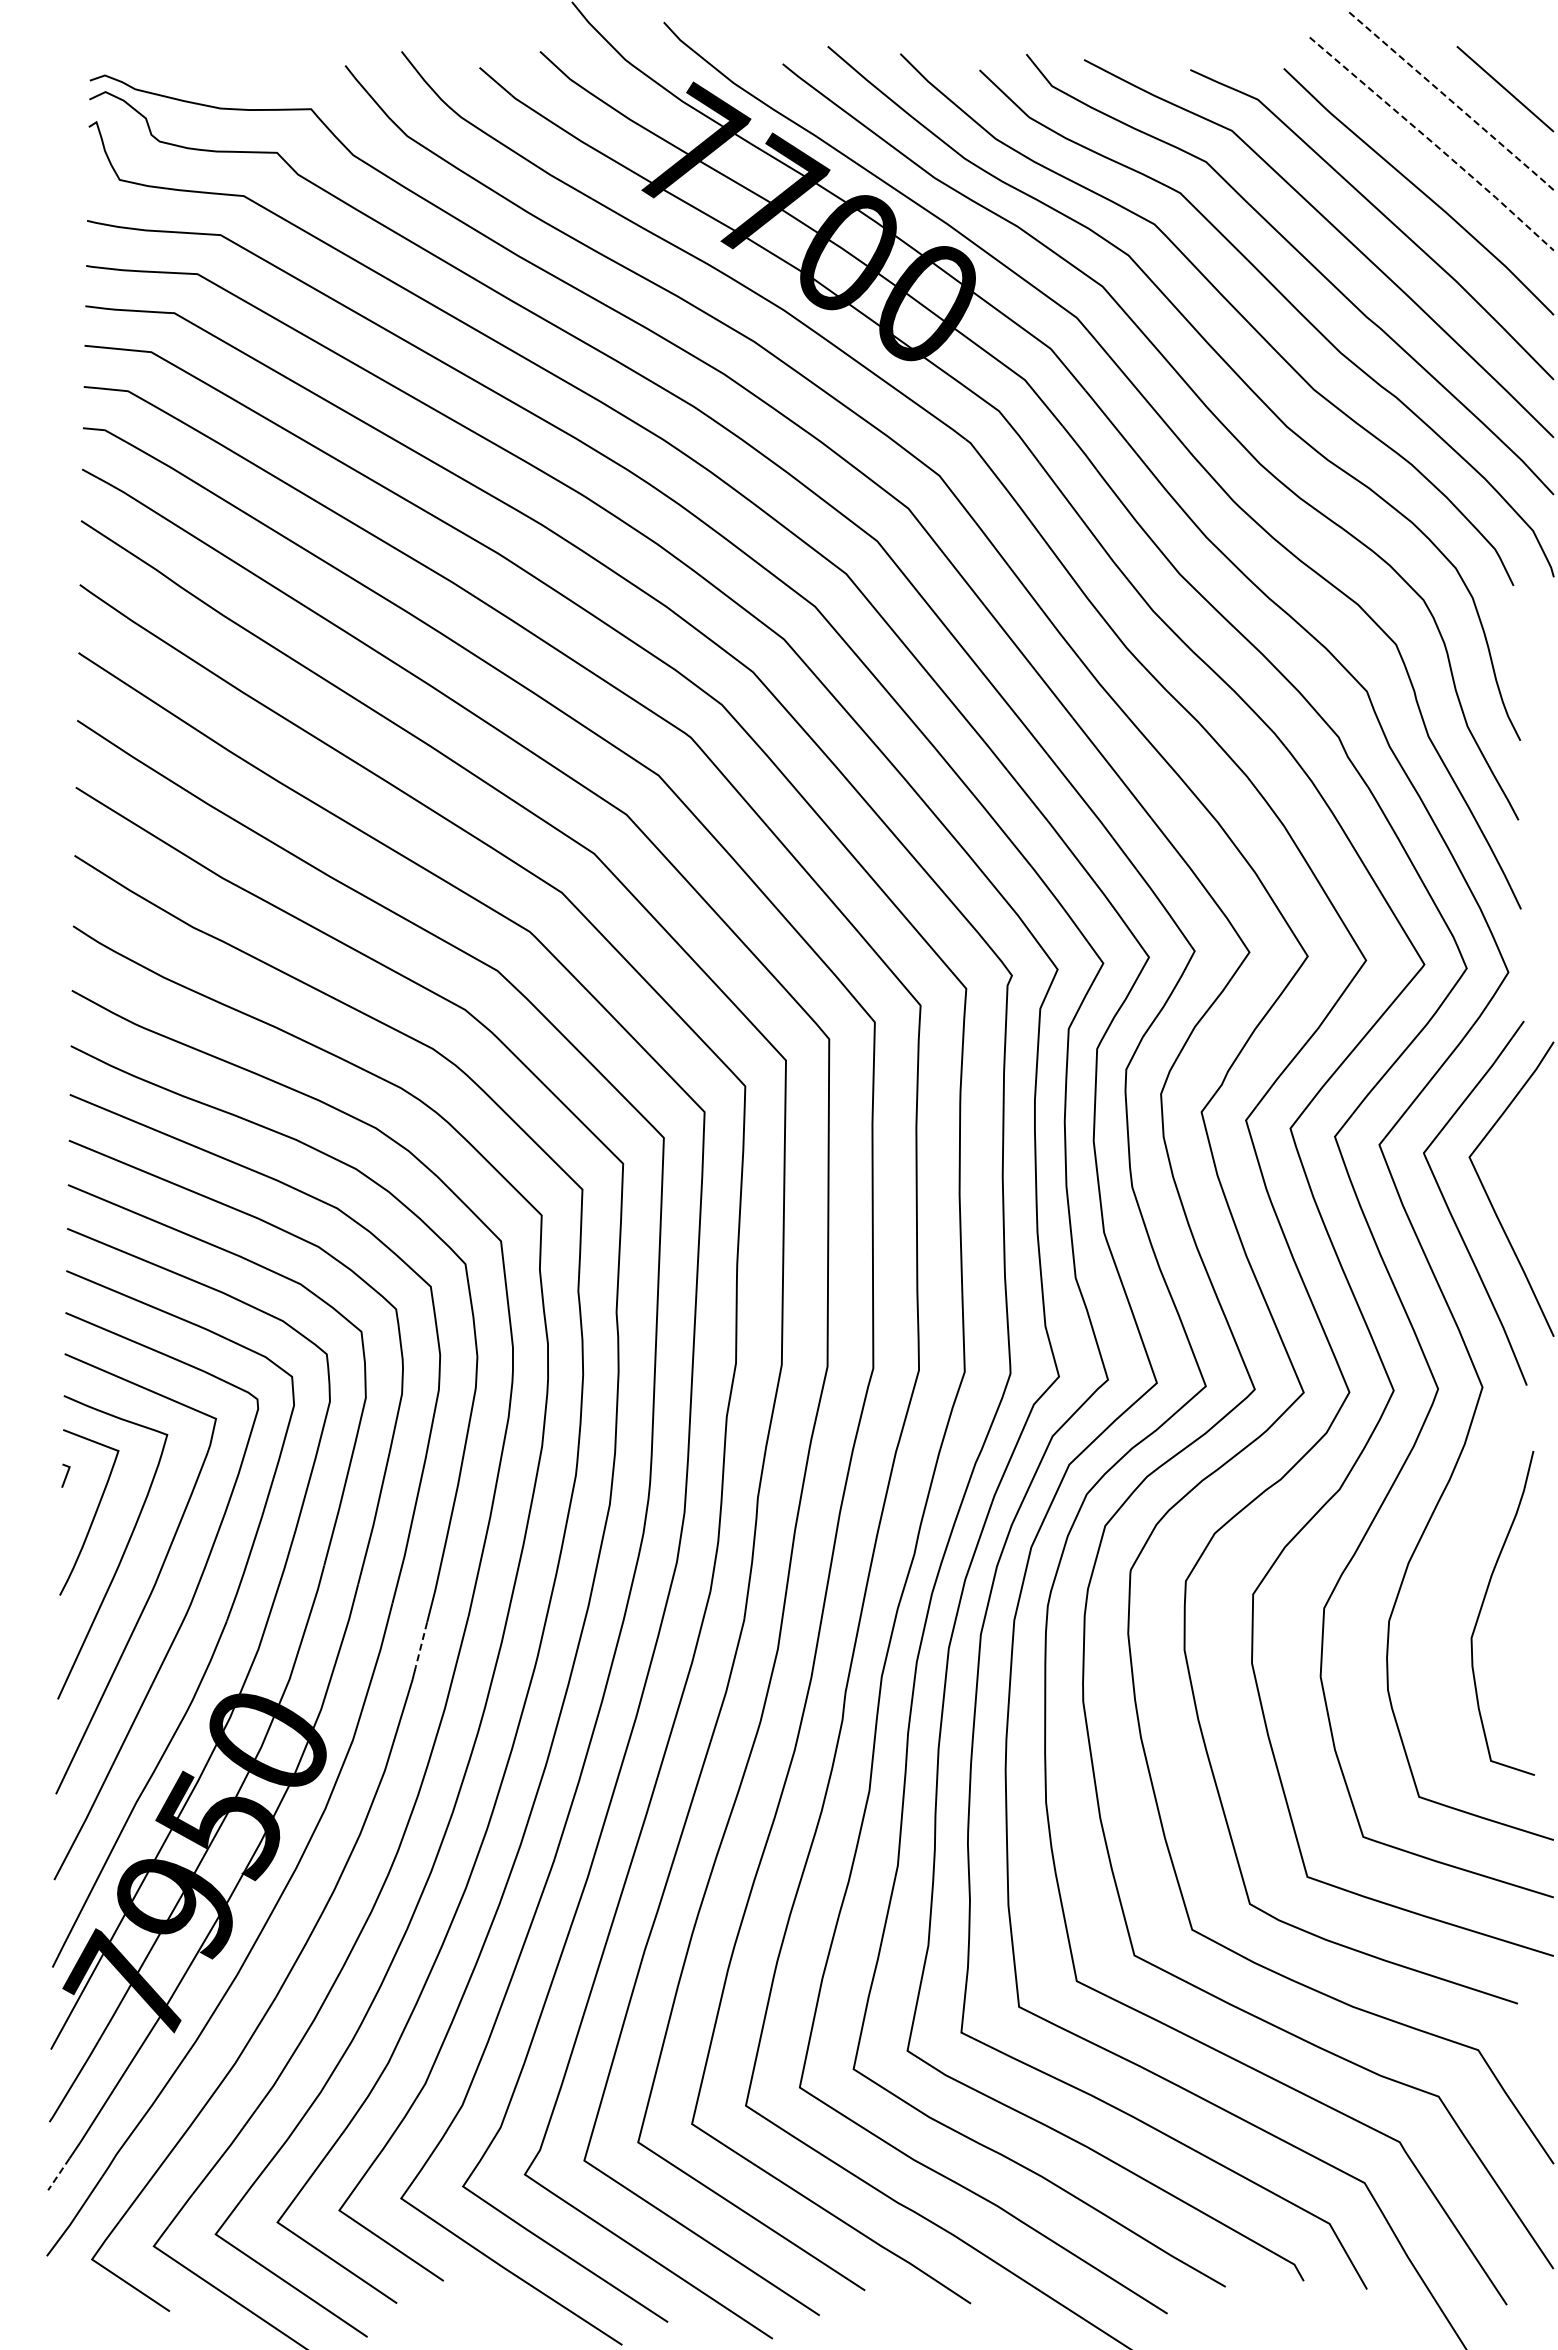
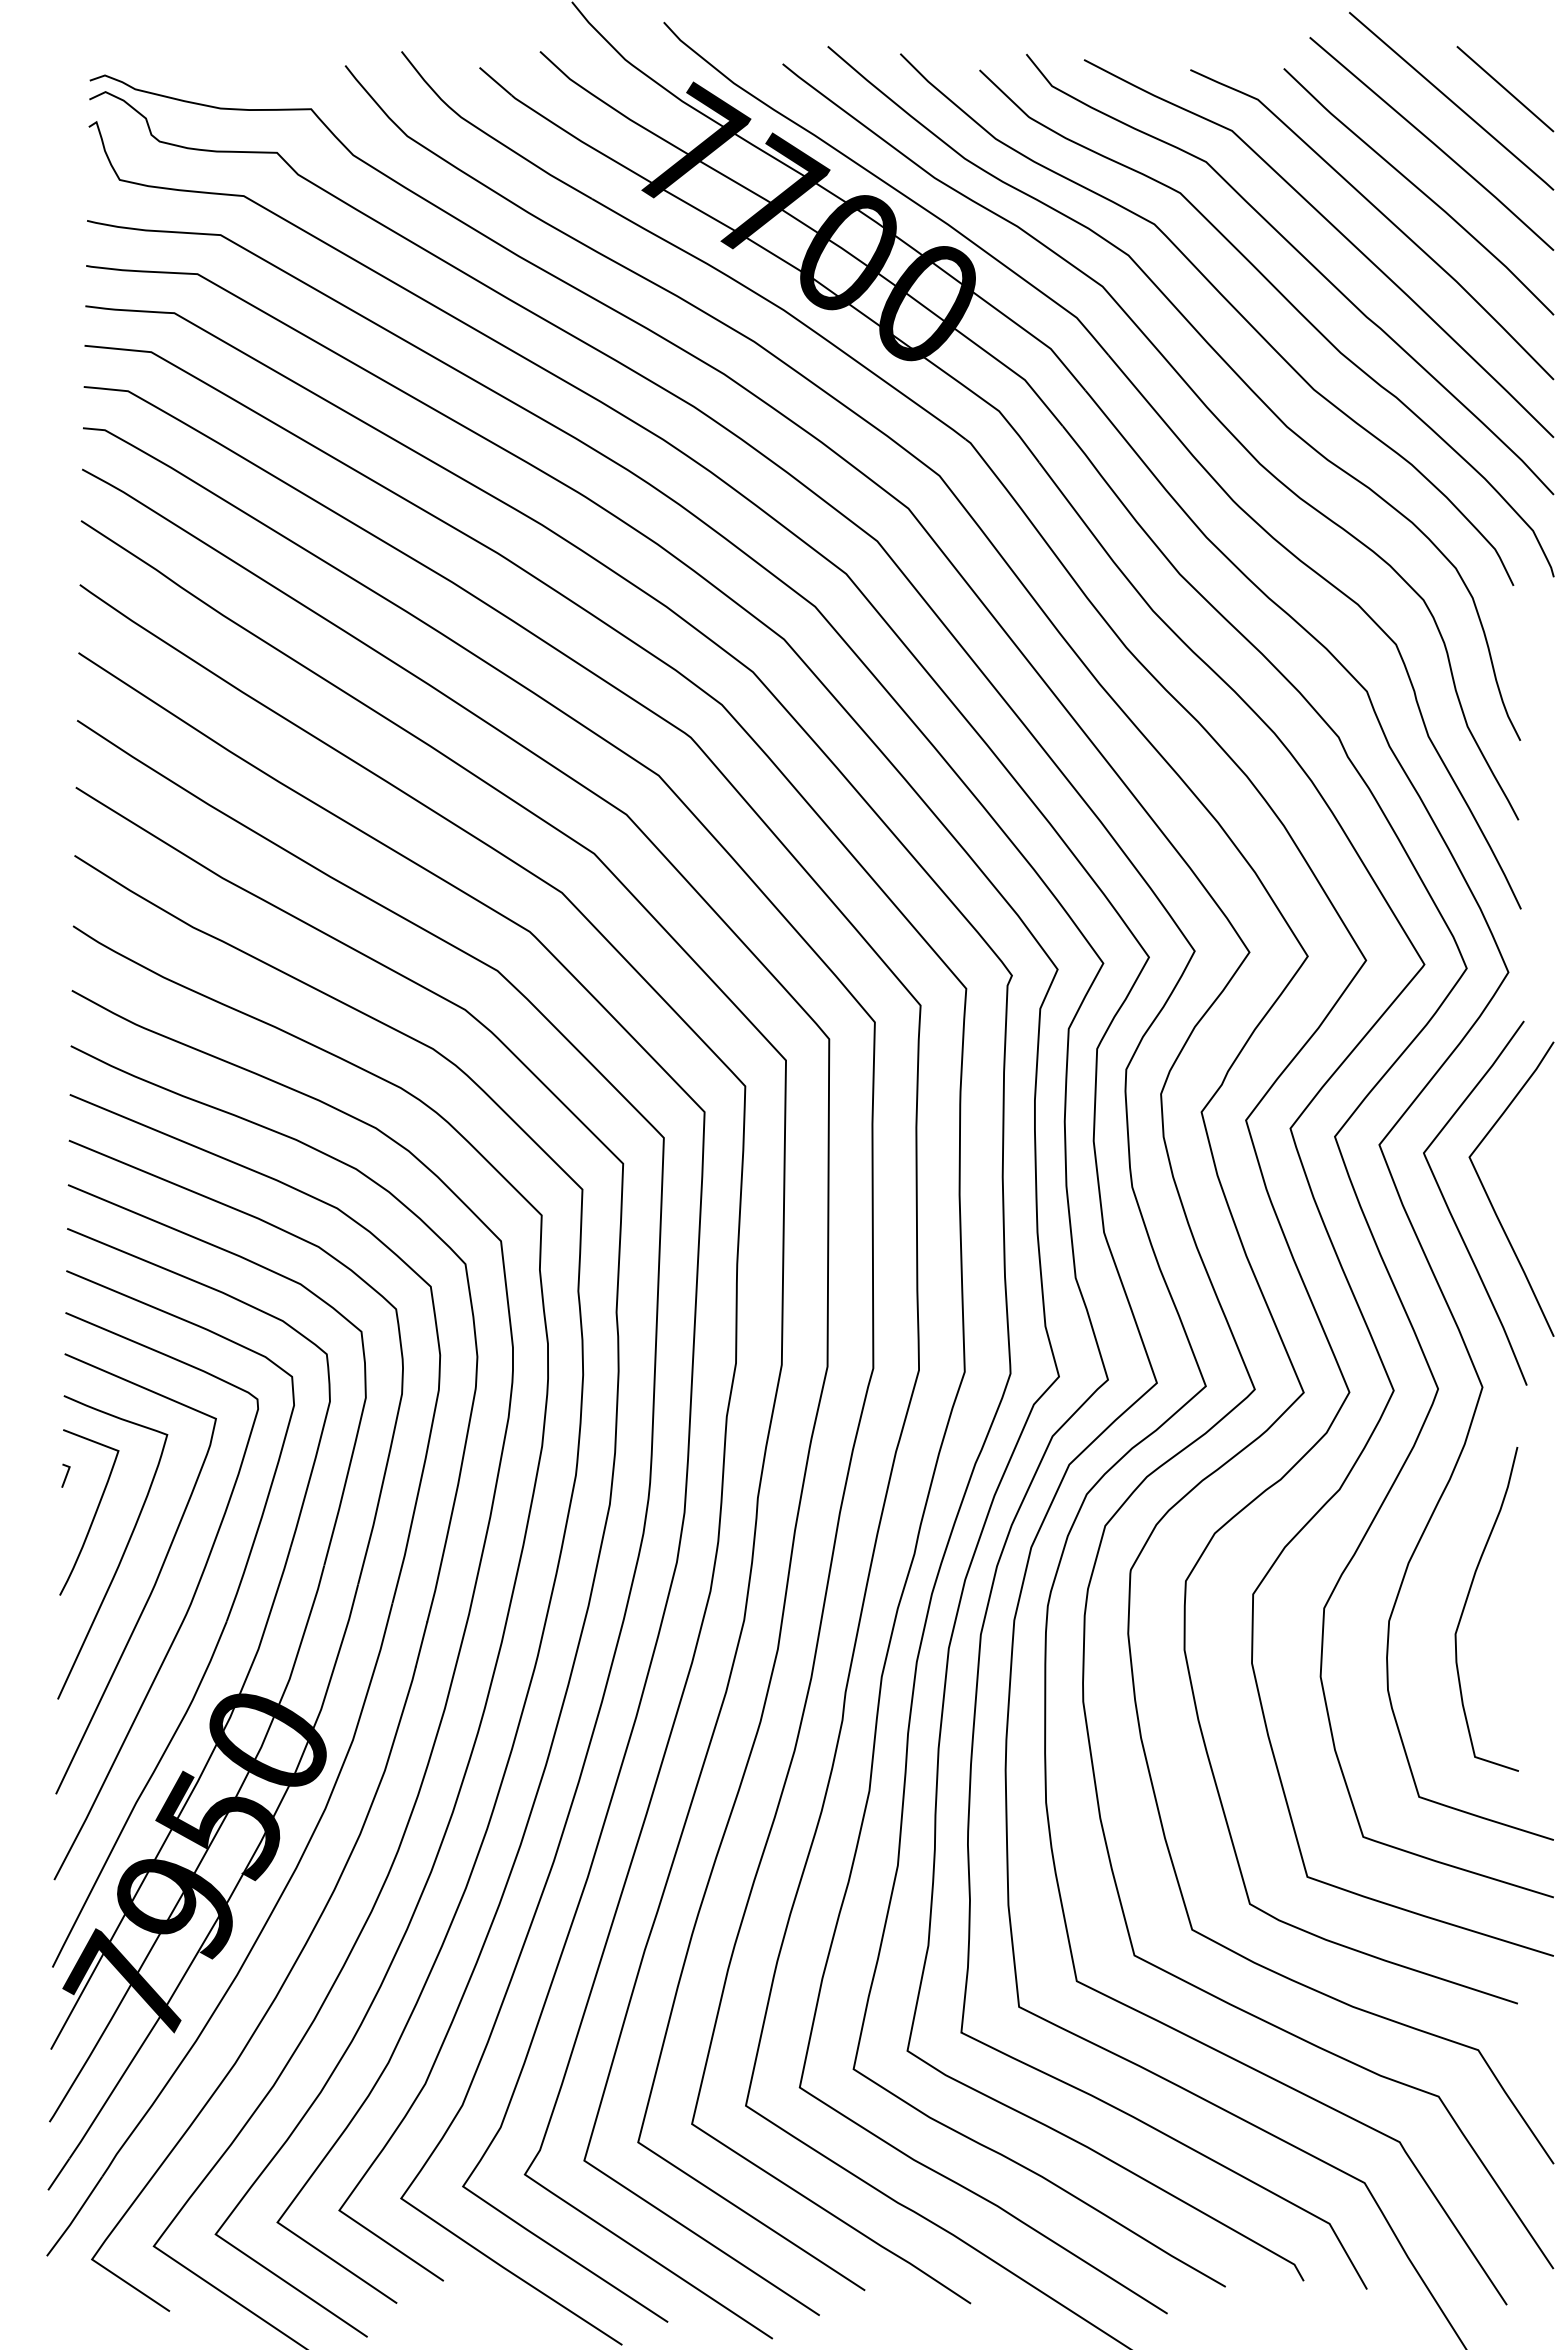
line at (1452, 101): dashed -> solid
line at (1433, 143): dashed -> solid
curve at (1482, 1607) position: (1482, 1607) -> (1466, 1603)
line at (421, 1644): dashed -> solid
line at (58, 2174): dashed -> solid
